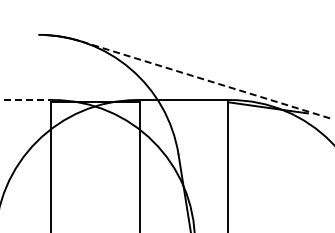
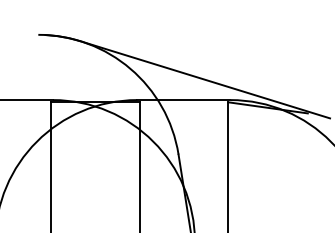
line at (205, 79): dashed -> solid
line at (27, 100): dashed -> solid
